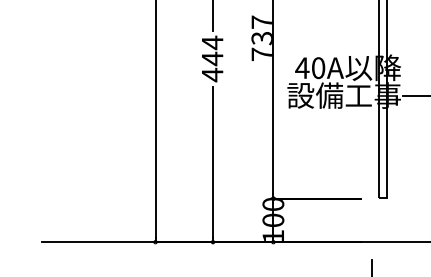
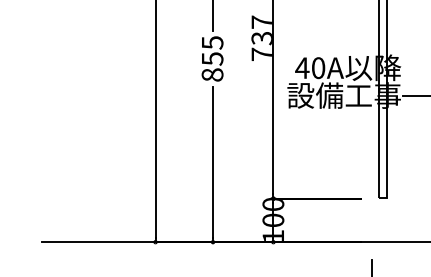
text at (212, 58): 444 -> 855
